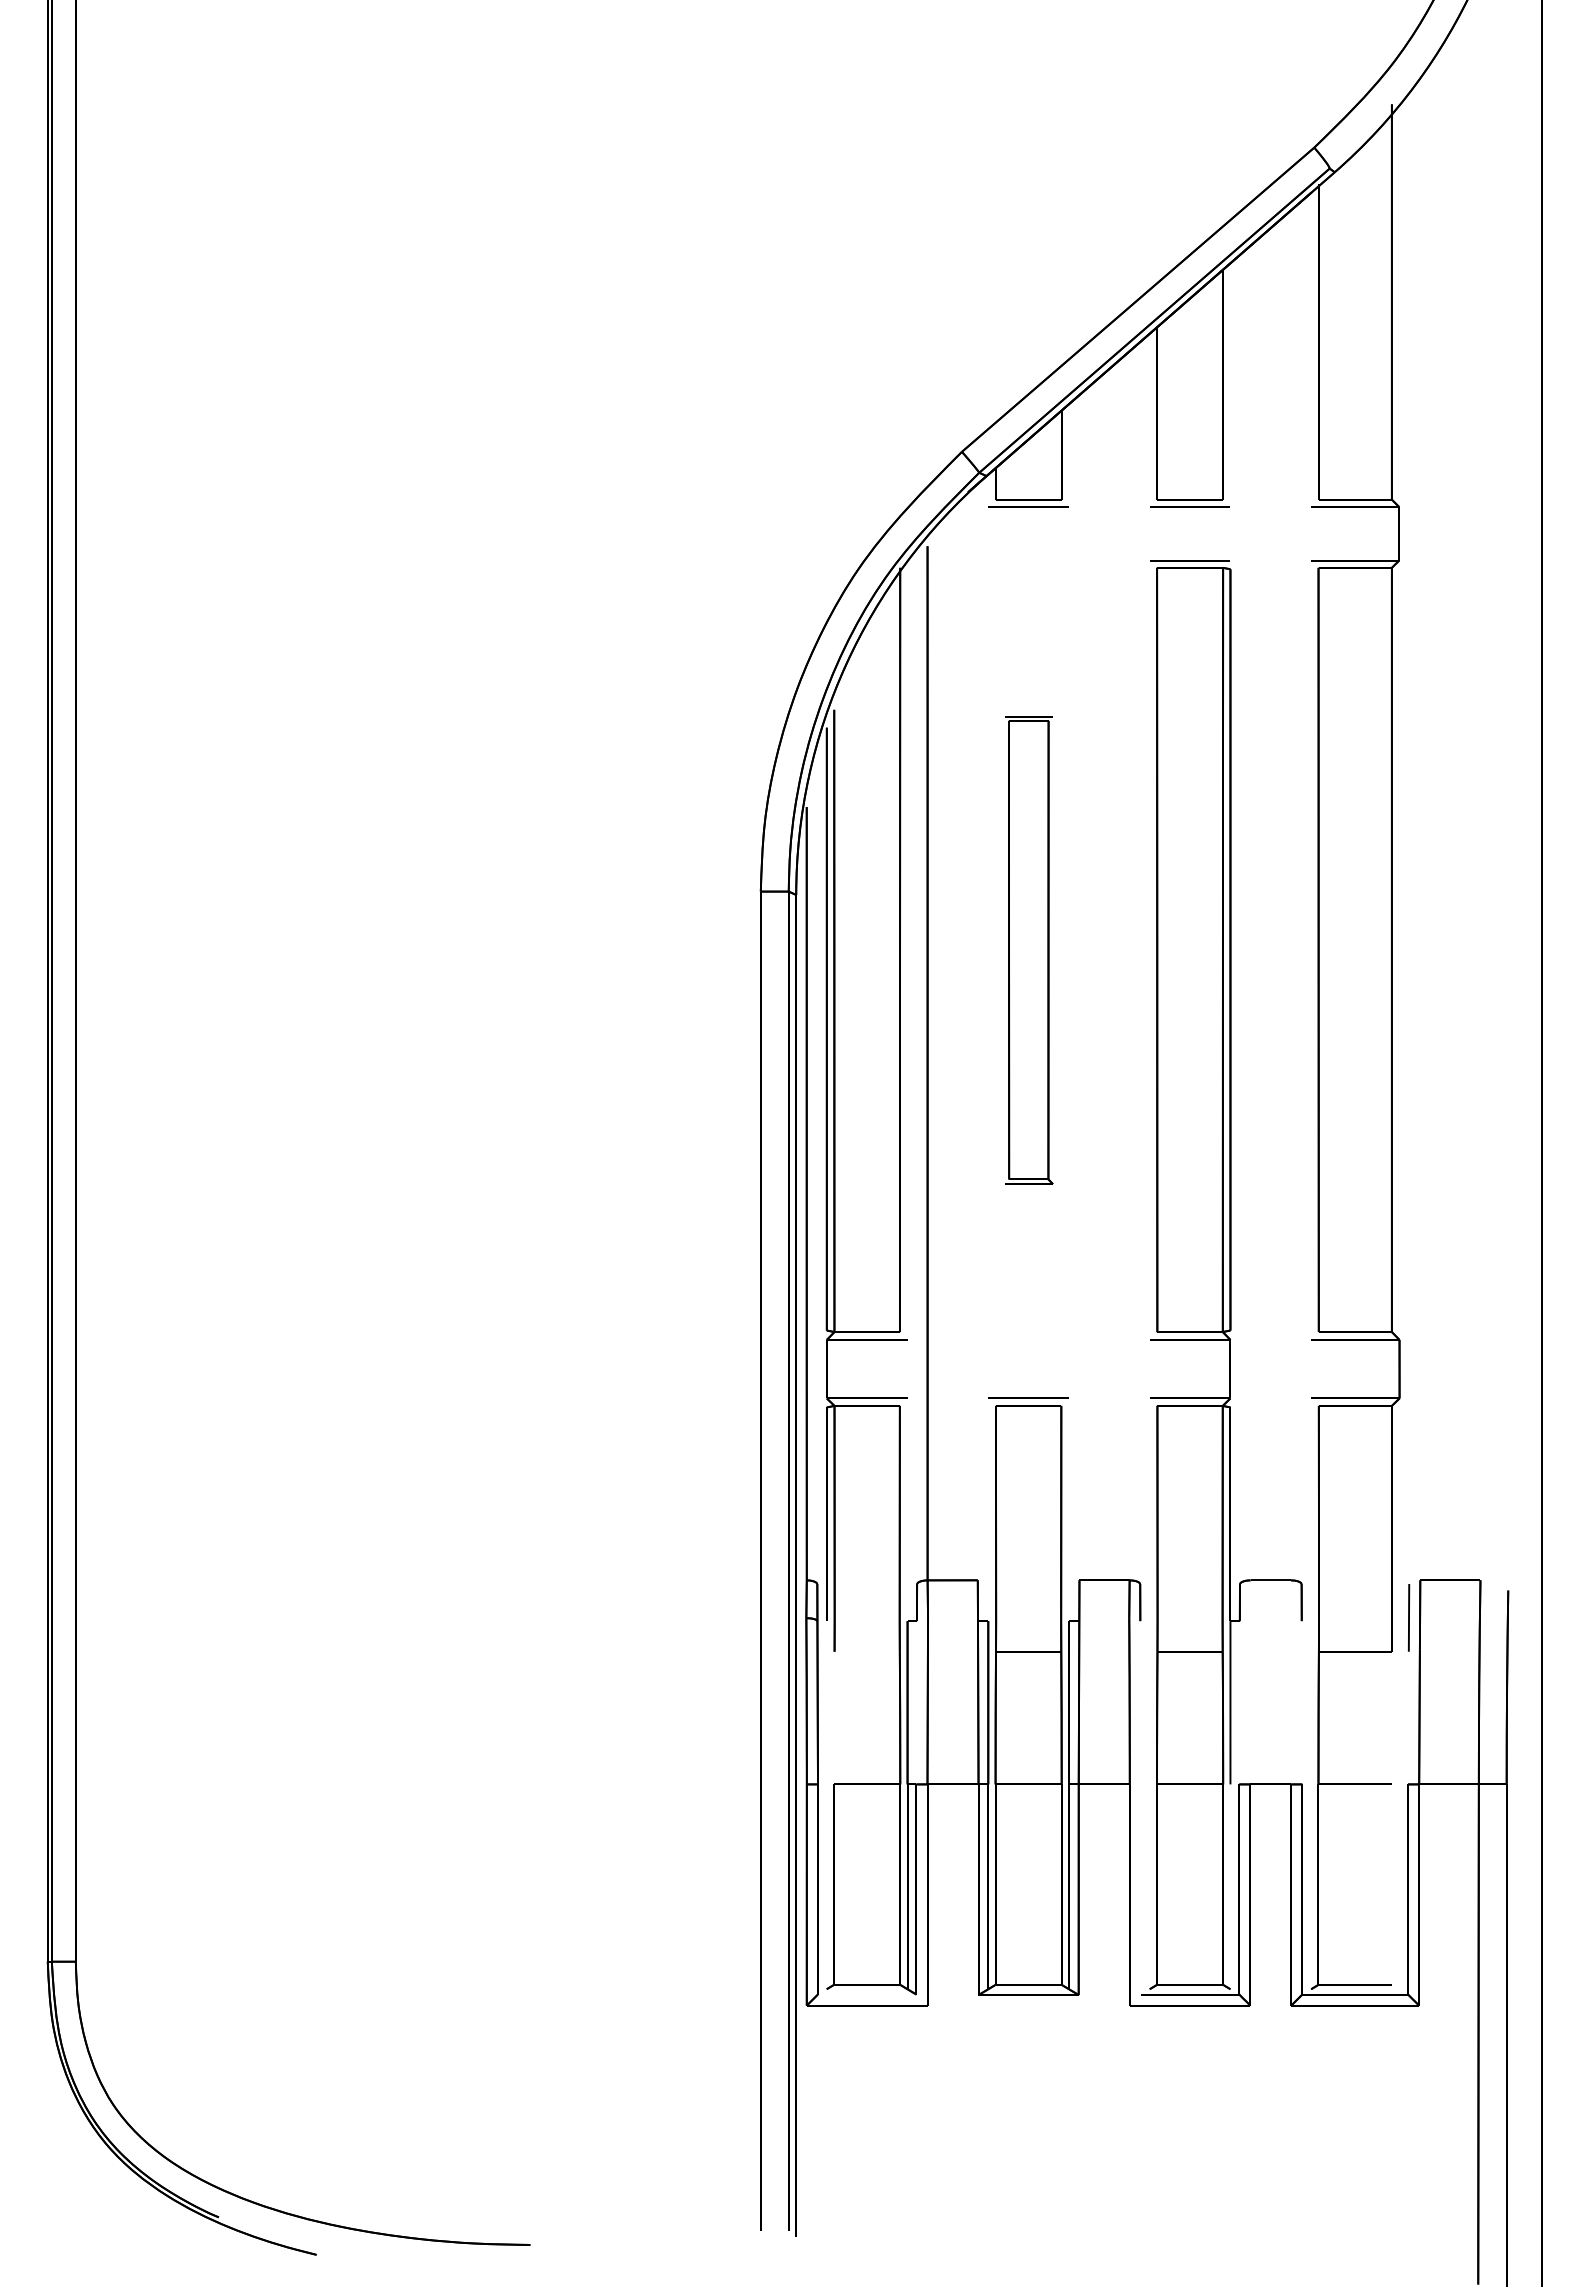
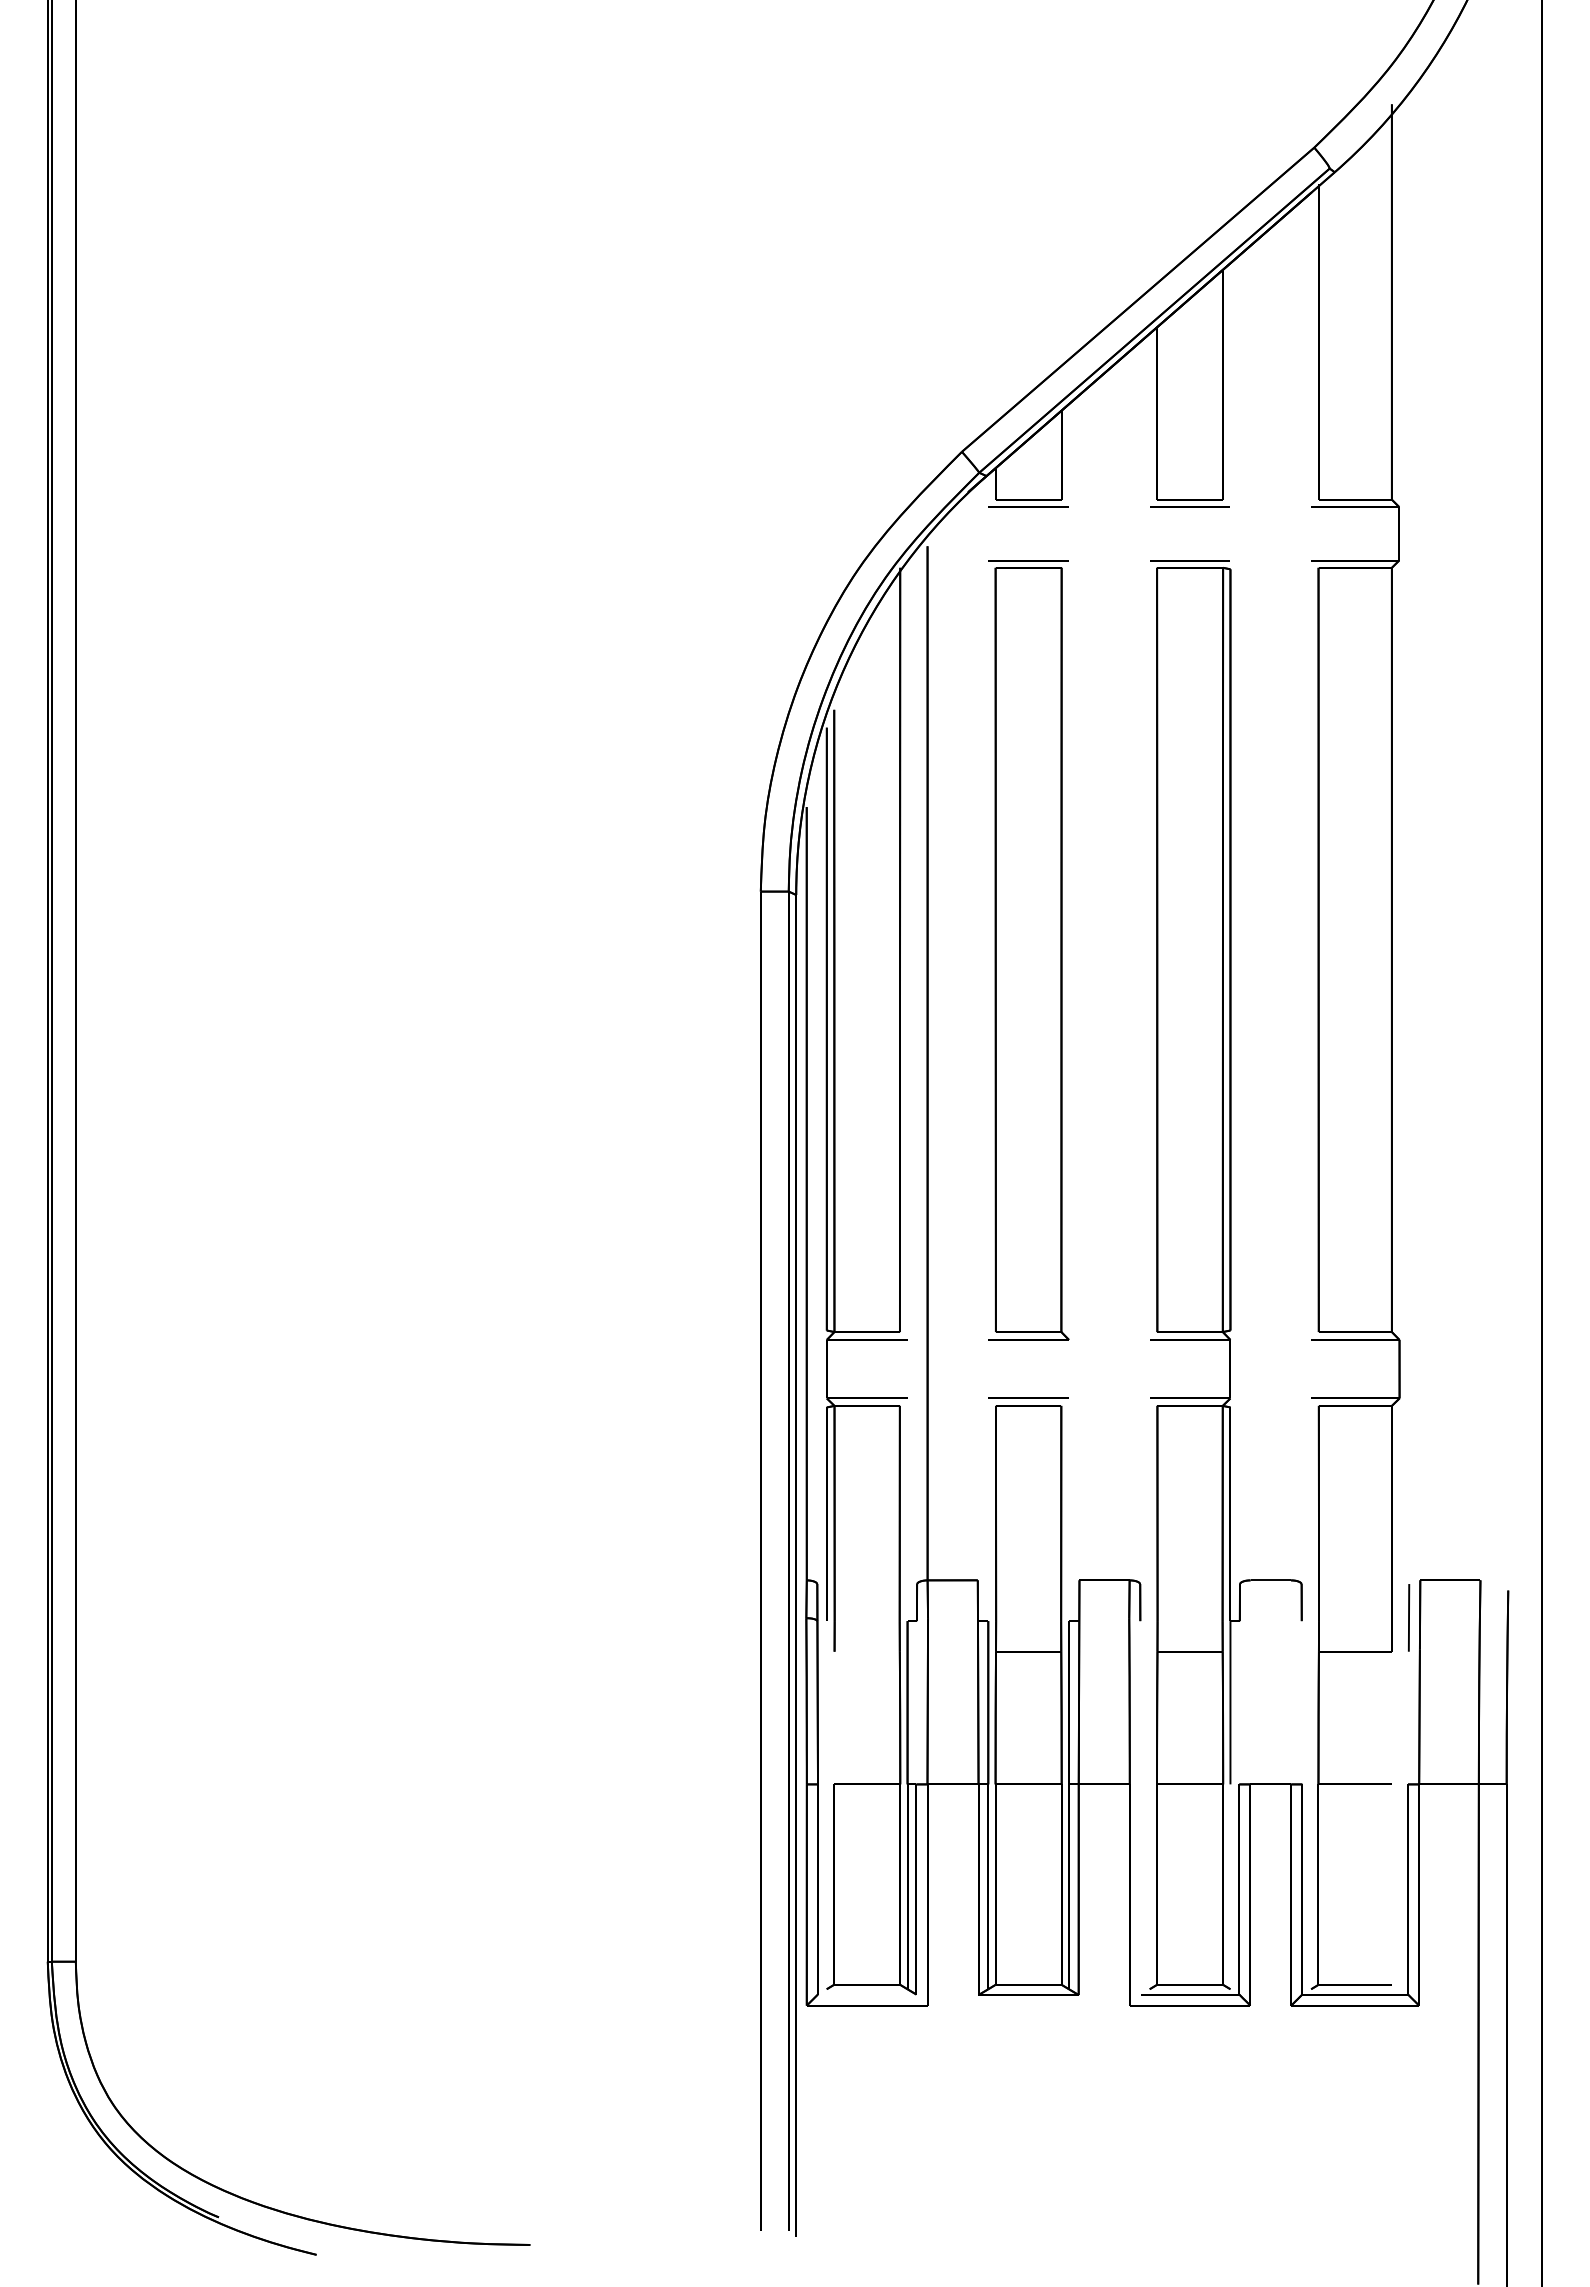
part at (1029, 950) size: 49x469 px -> 82x781 px
